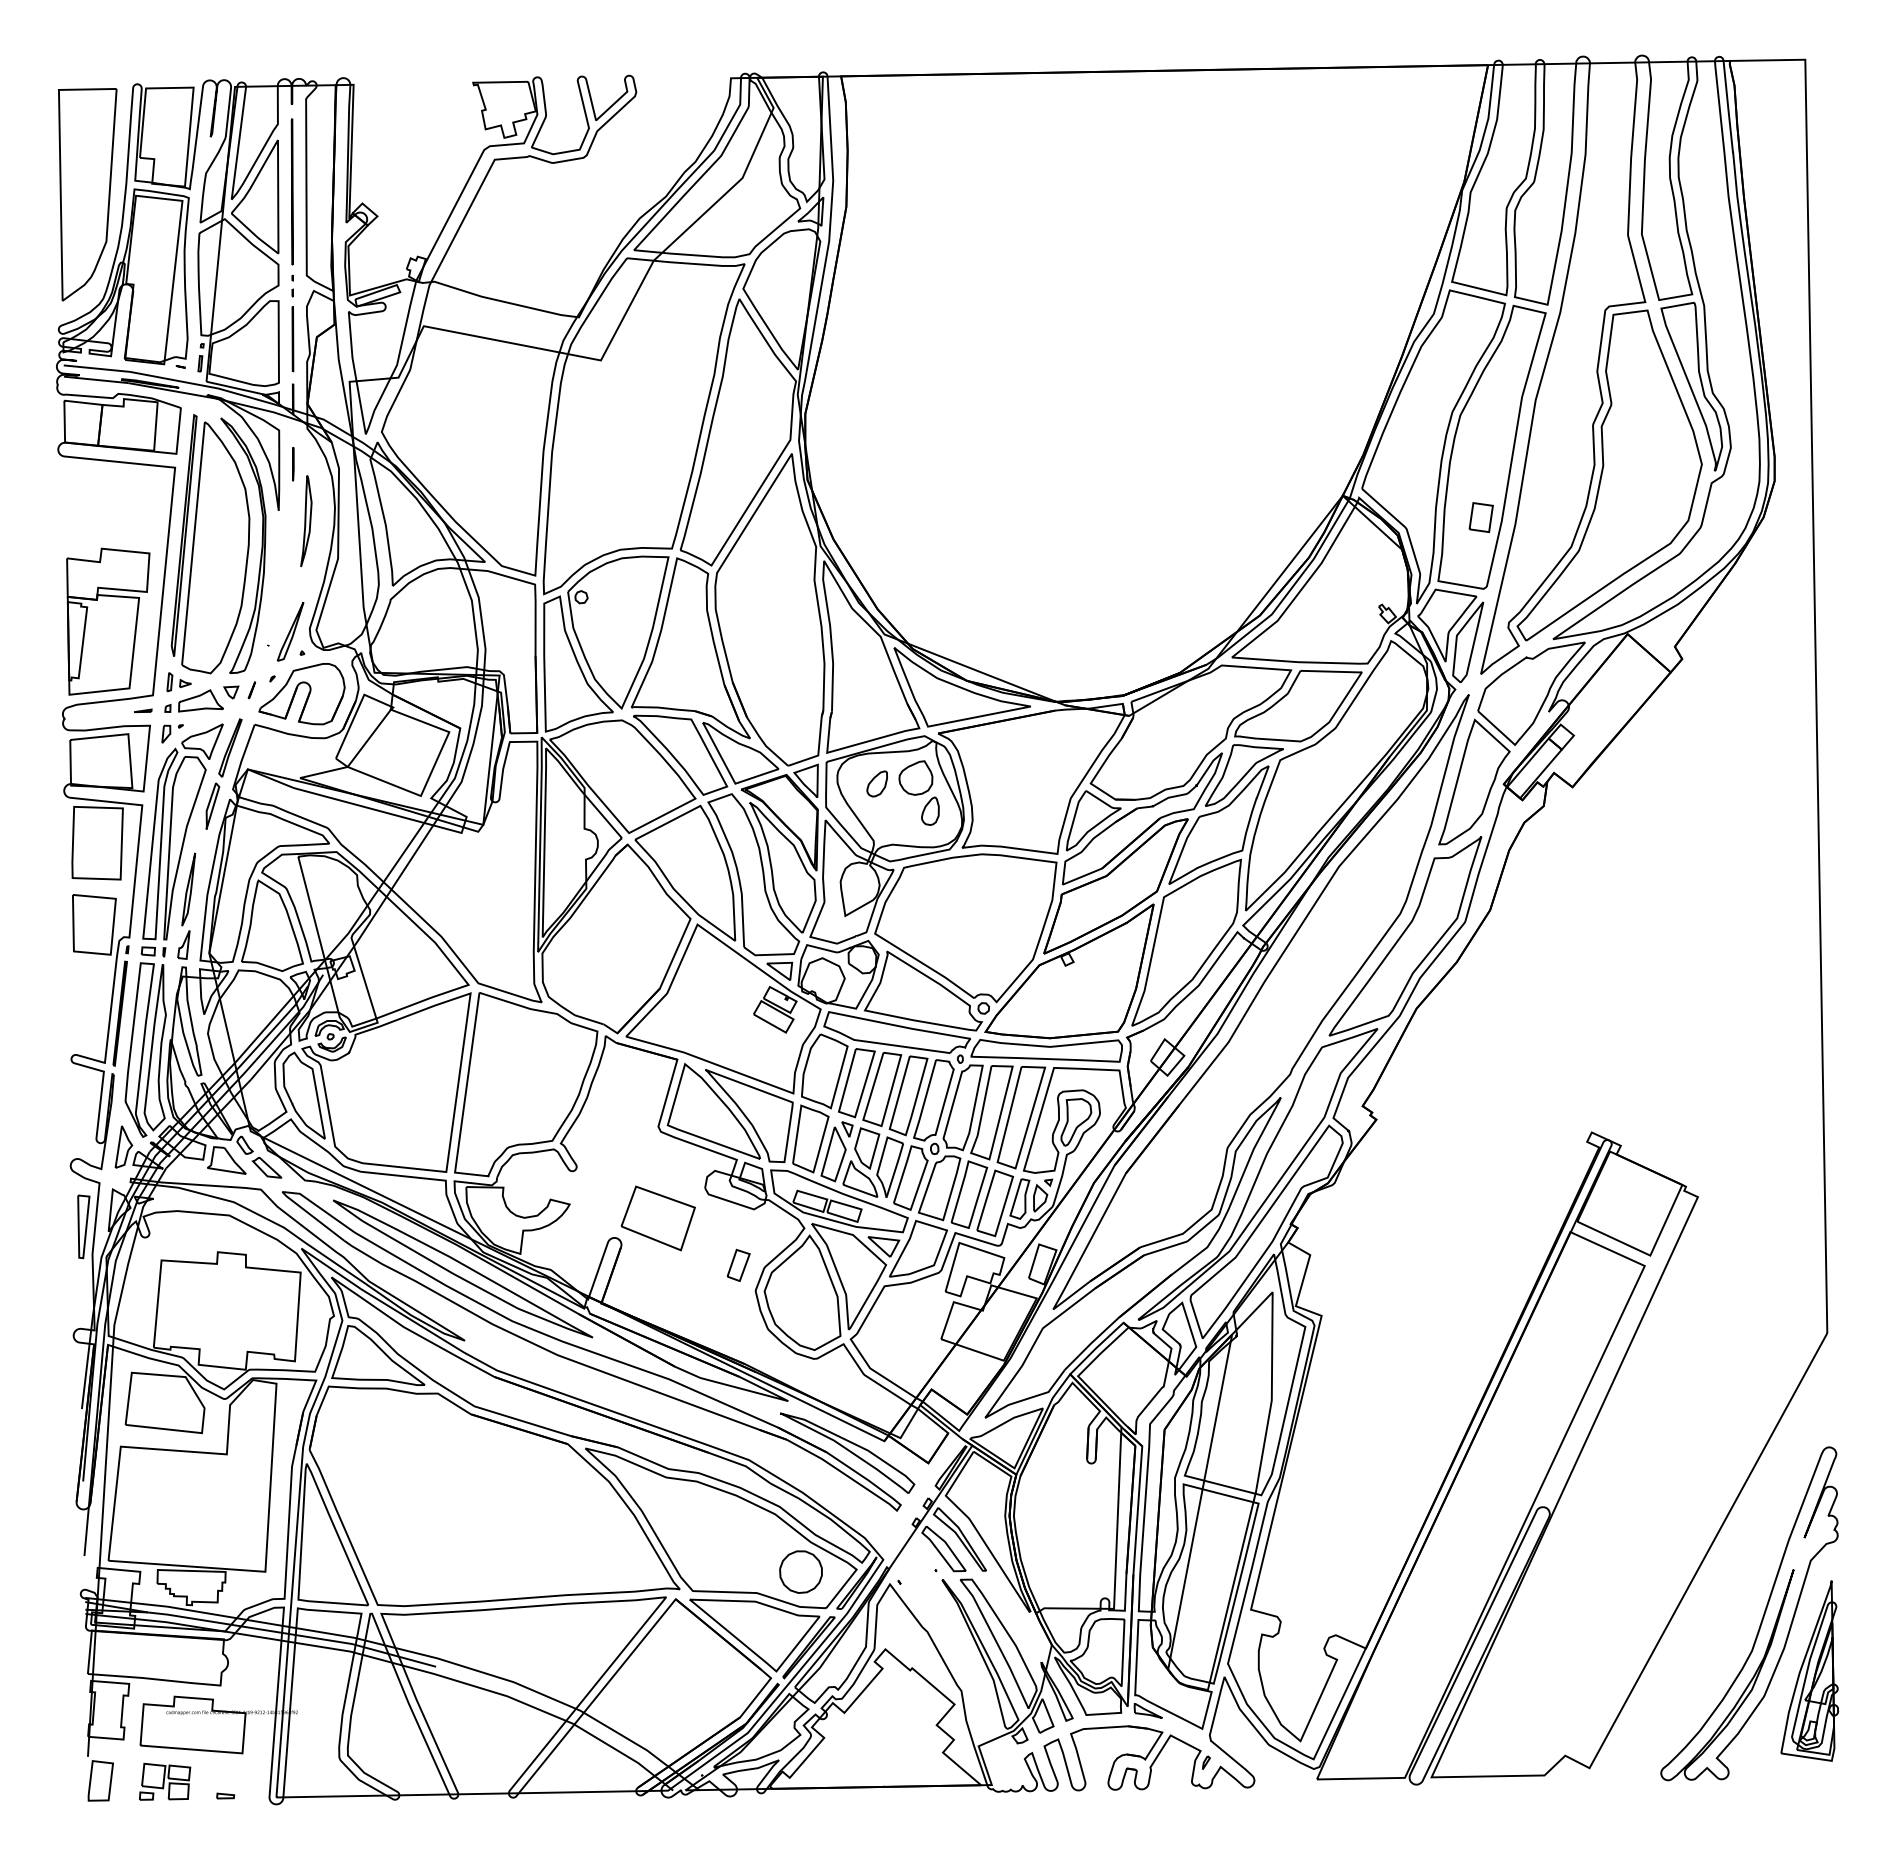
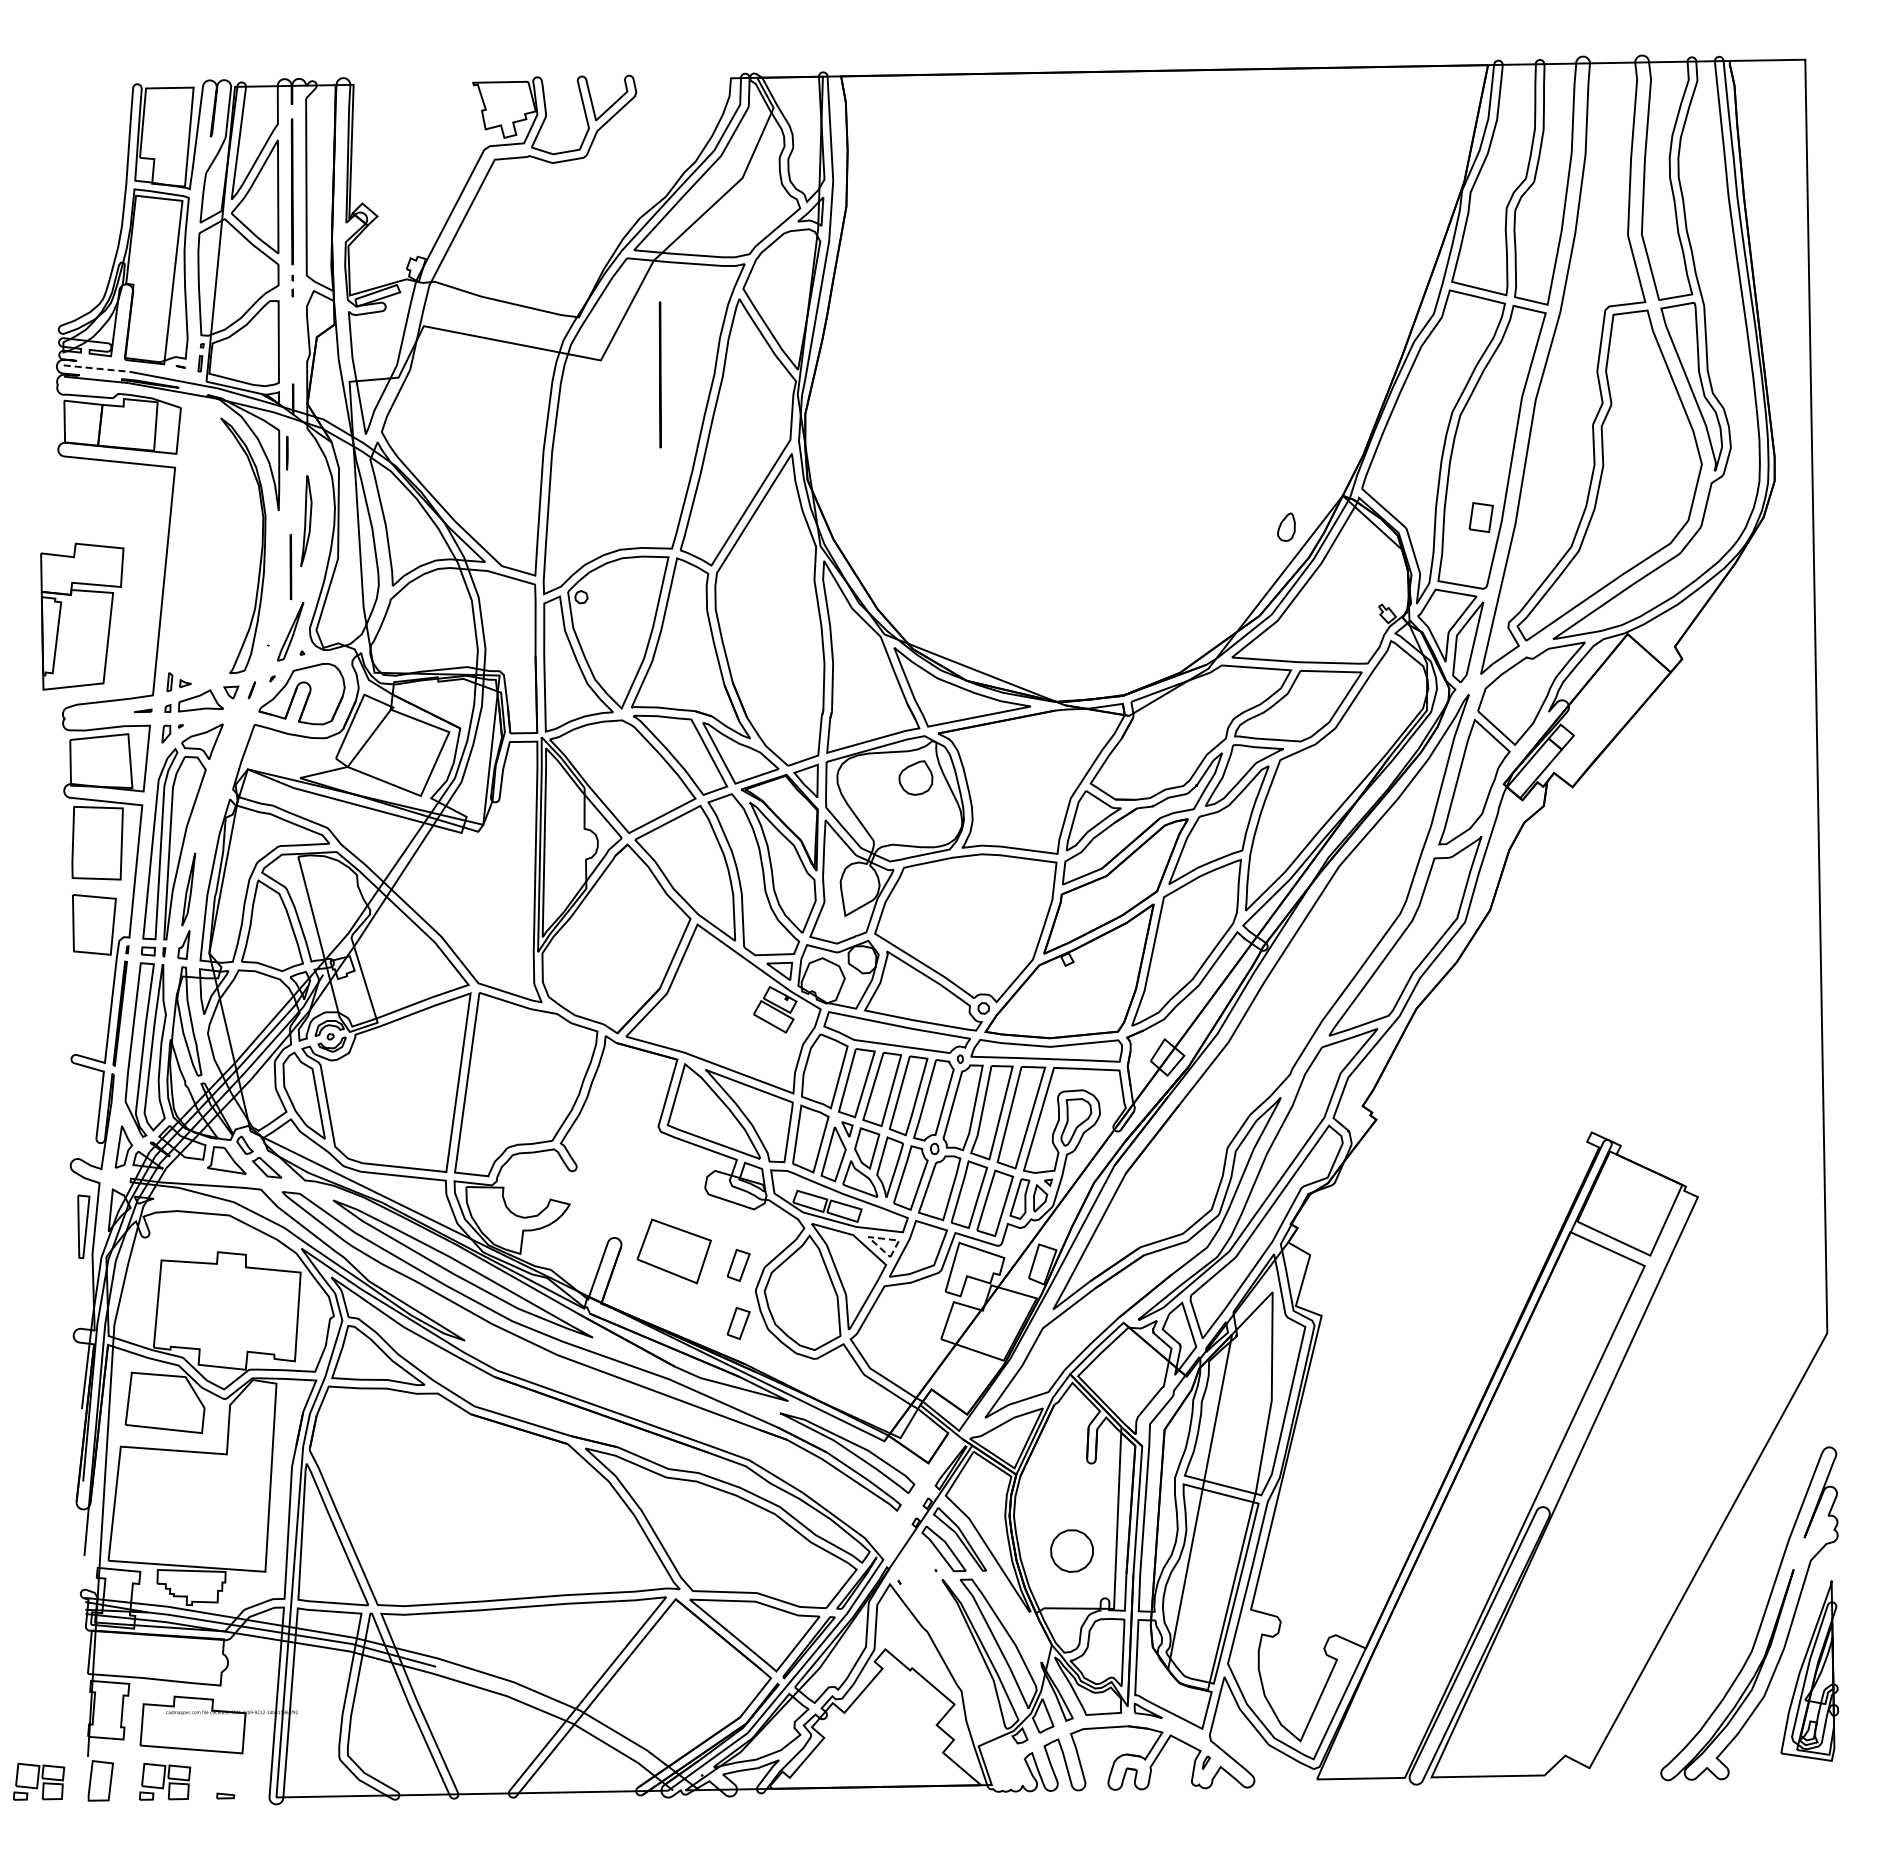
part at (87, 194): present -> none
line at (292, 339) position: (292, 339) -> (290, 567)
line at (97, 368): solid -> dashed
line at (659, 374): none -> present
line at (293, 464) position: (293, 464) -> (287, 453)
part at (210, 543): present -> none
part at (108, 621) position: (108, 621) -> (82, 616)
part at (223, 773): present -> none
part at (876, 783): present -> none
part at (930, 810) position: (930, 810) -> (1286, 526)
part at (657, 1218) position: (657, 1218) -> (673, 1251)
line at (877, 1238): solid -> dashed
part at (738, 1322): none -> present
part at (800, 1571) position: (800, 1571) -> (1071, 1550)
part at (39, 1781): none -> present
